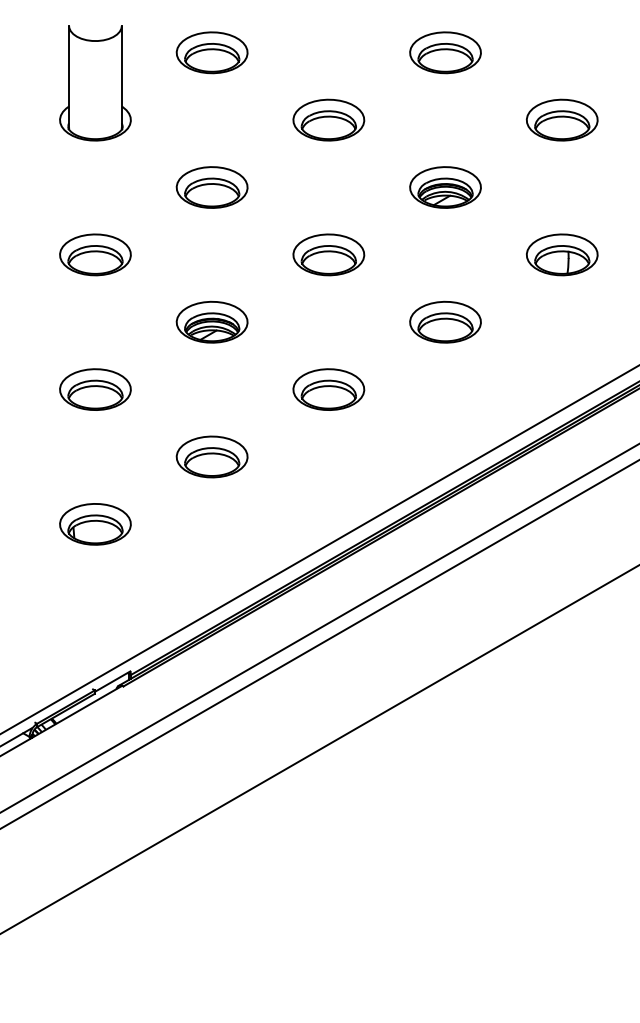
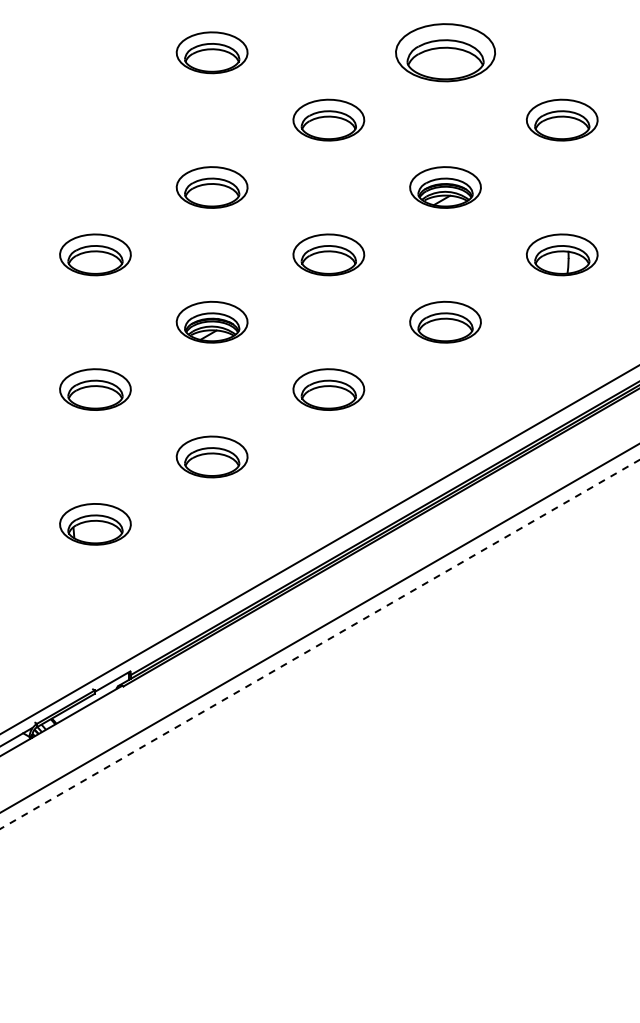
part at (445, 52) size: 73x44 px -> 101x60 px
part at (95, 83): present -> none
line at (320, 644): solid -> dashed
line at (319, 749): present -> none
